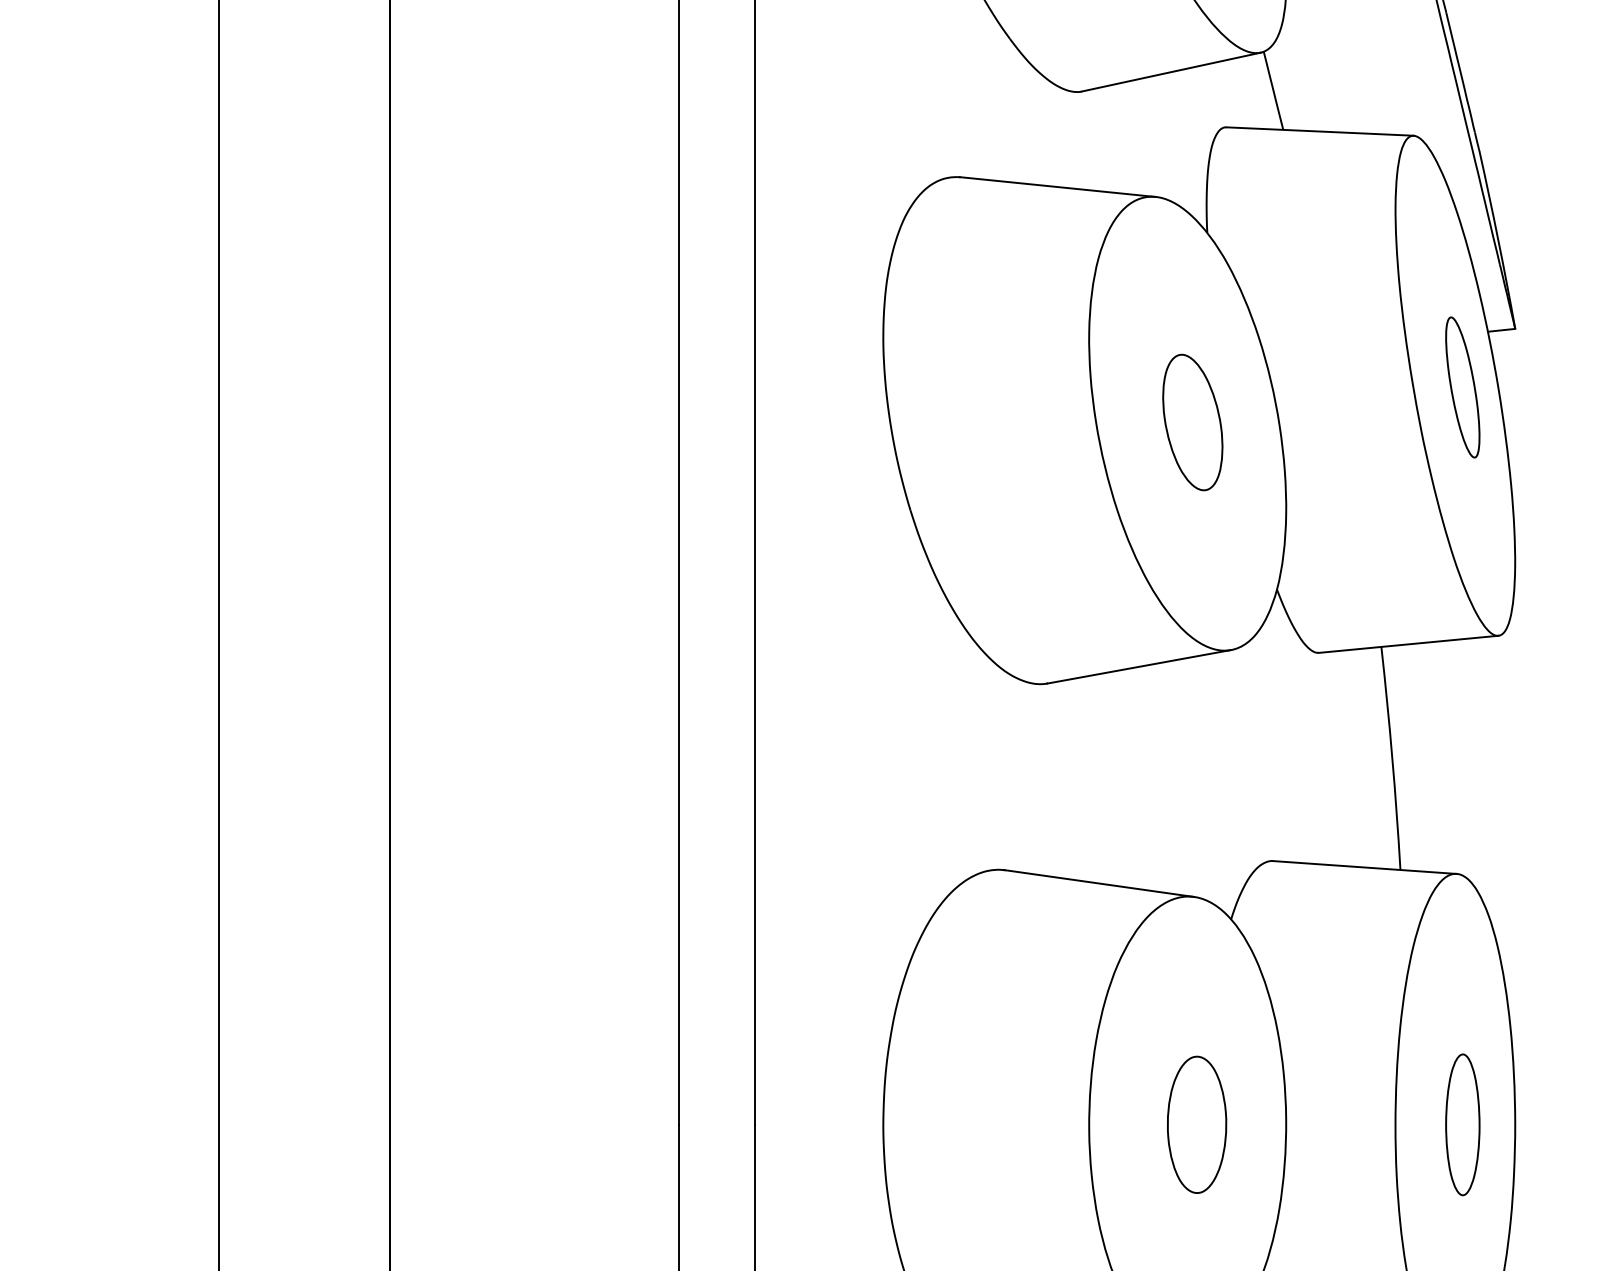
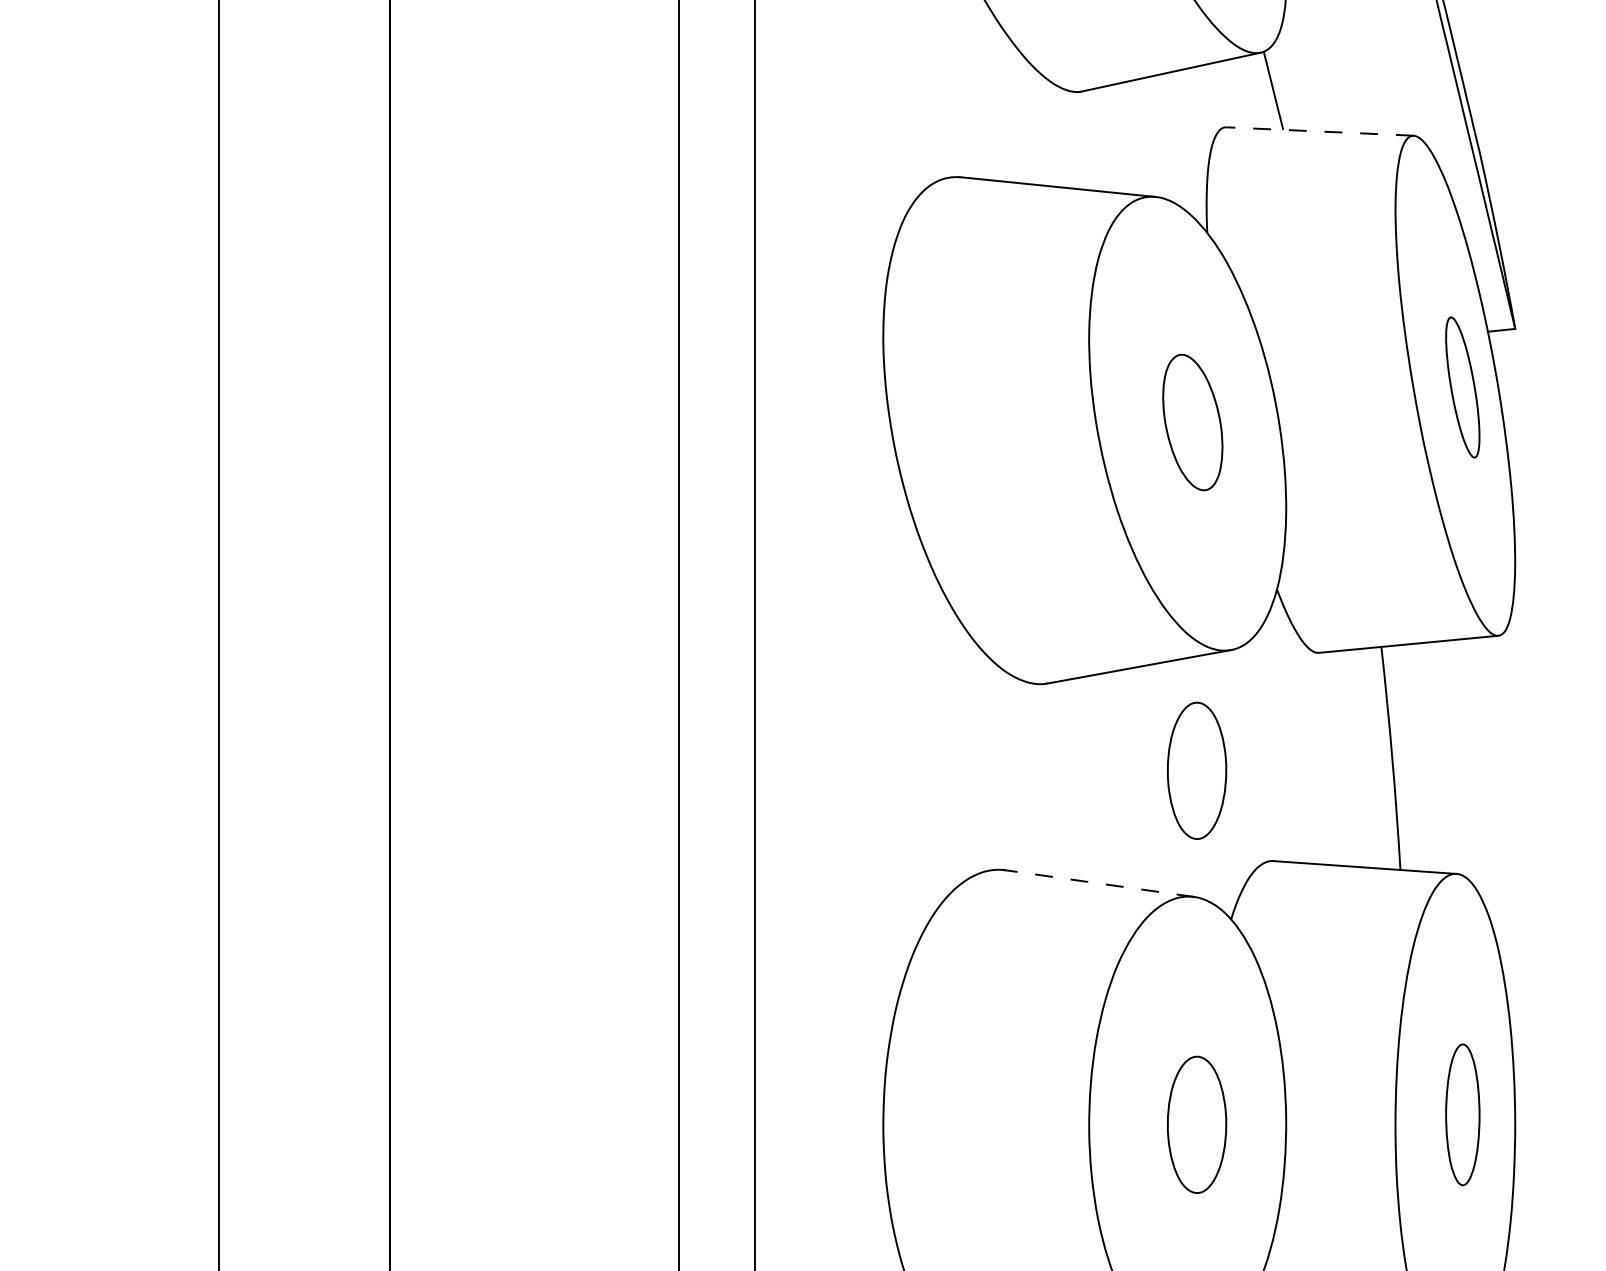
line at (1320, 131): solid -> dashed
part at (1197, 770): none -> present
line at (1098, 883): solid -> dashed
part at (1462, 1124) position: (1462, 1124) -> (1462, 1114)
